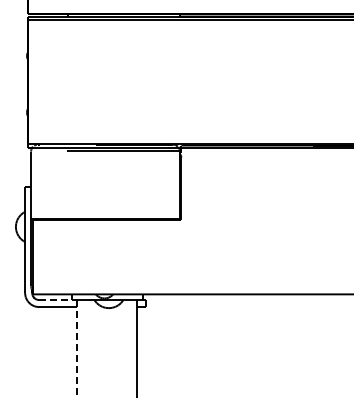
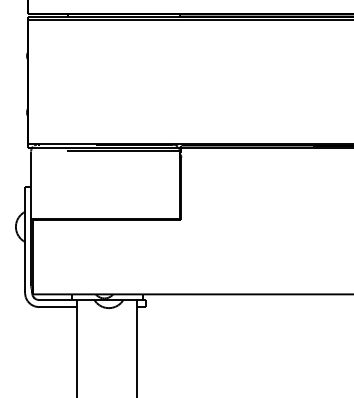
line at (55, 300): dashed -> solid
line at (77, 349): dashed -> solid
